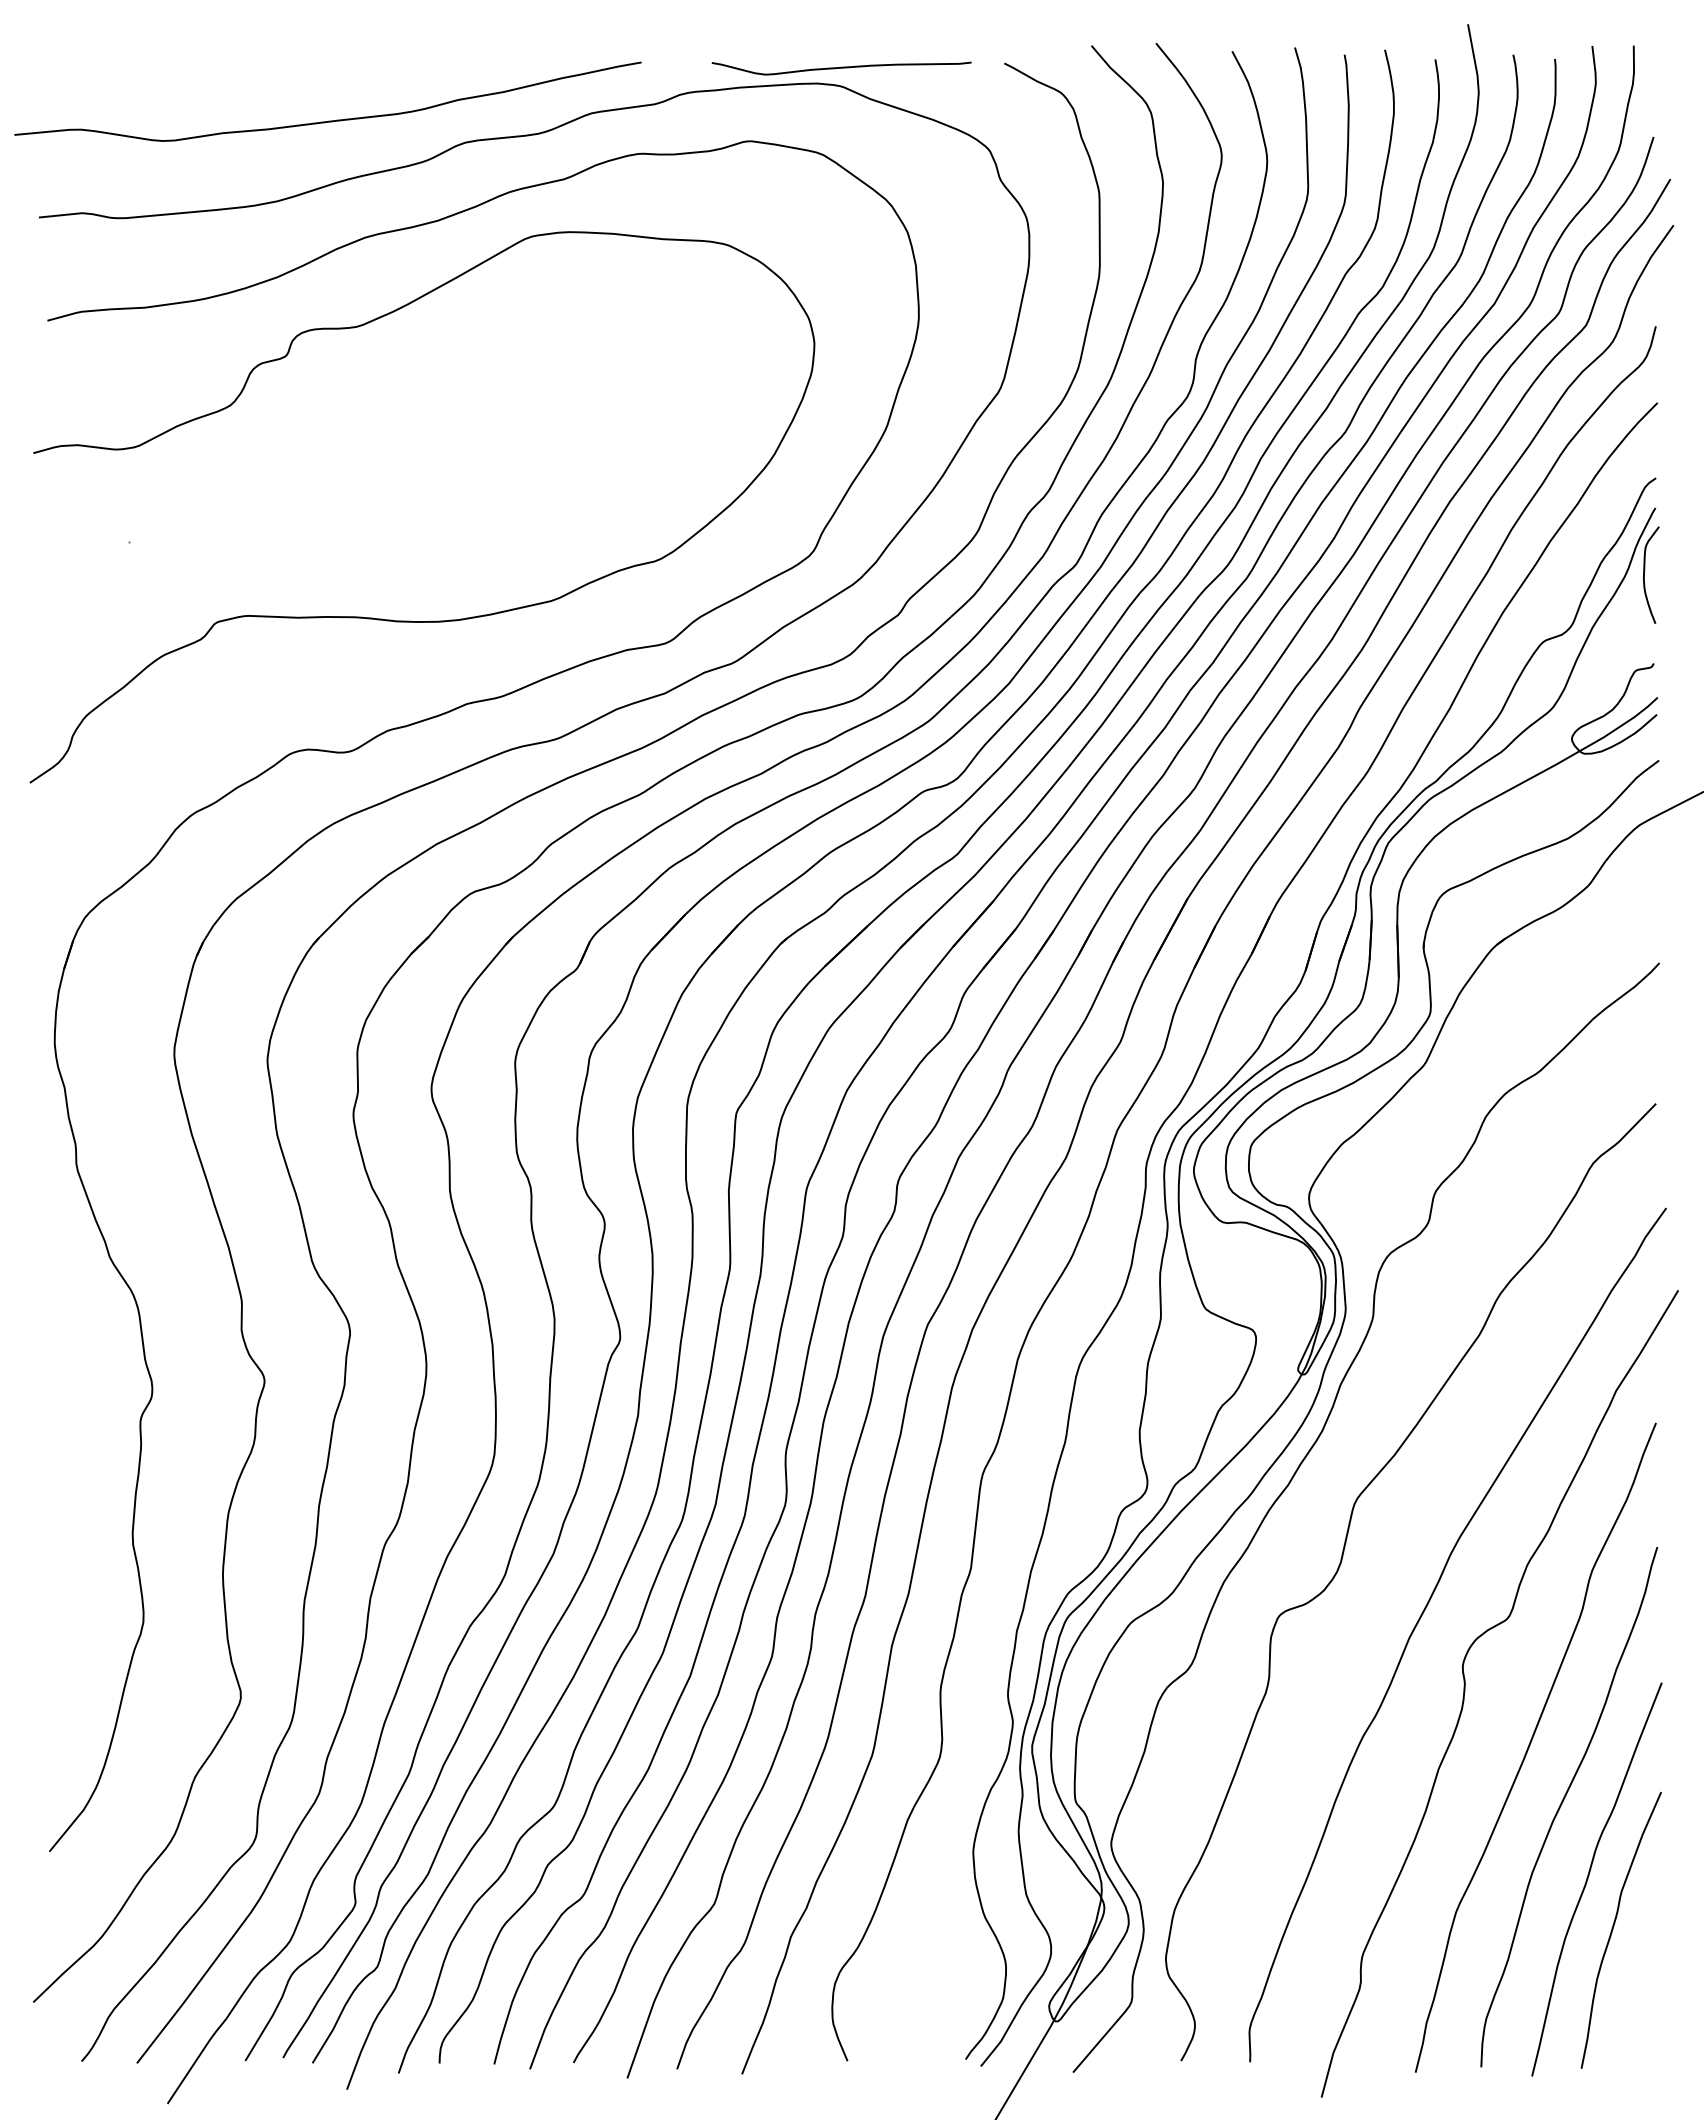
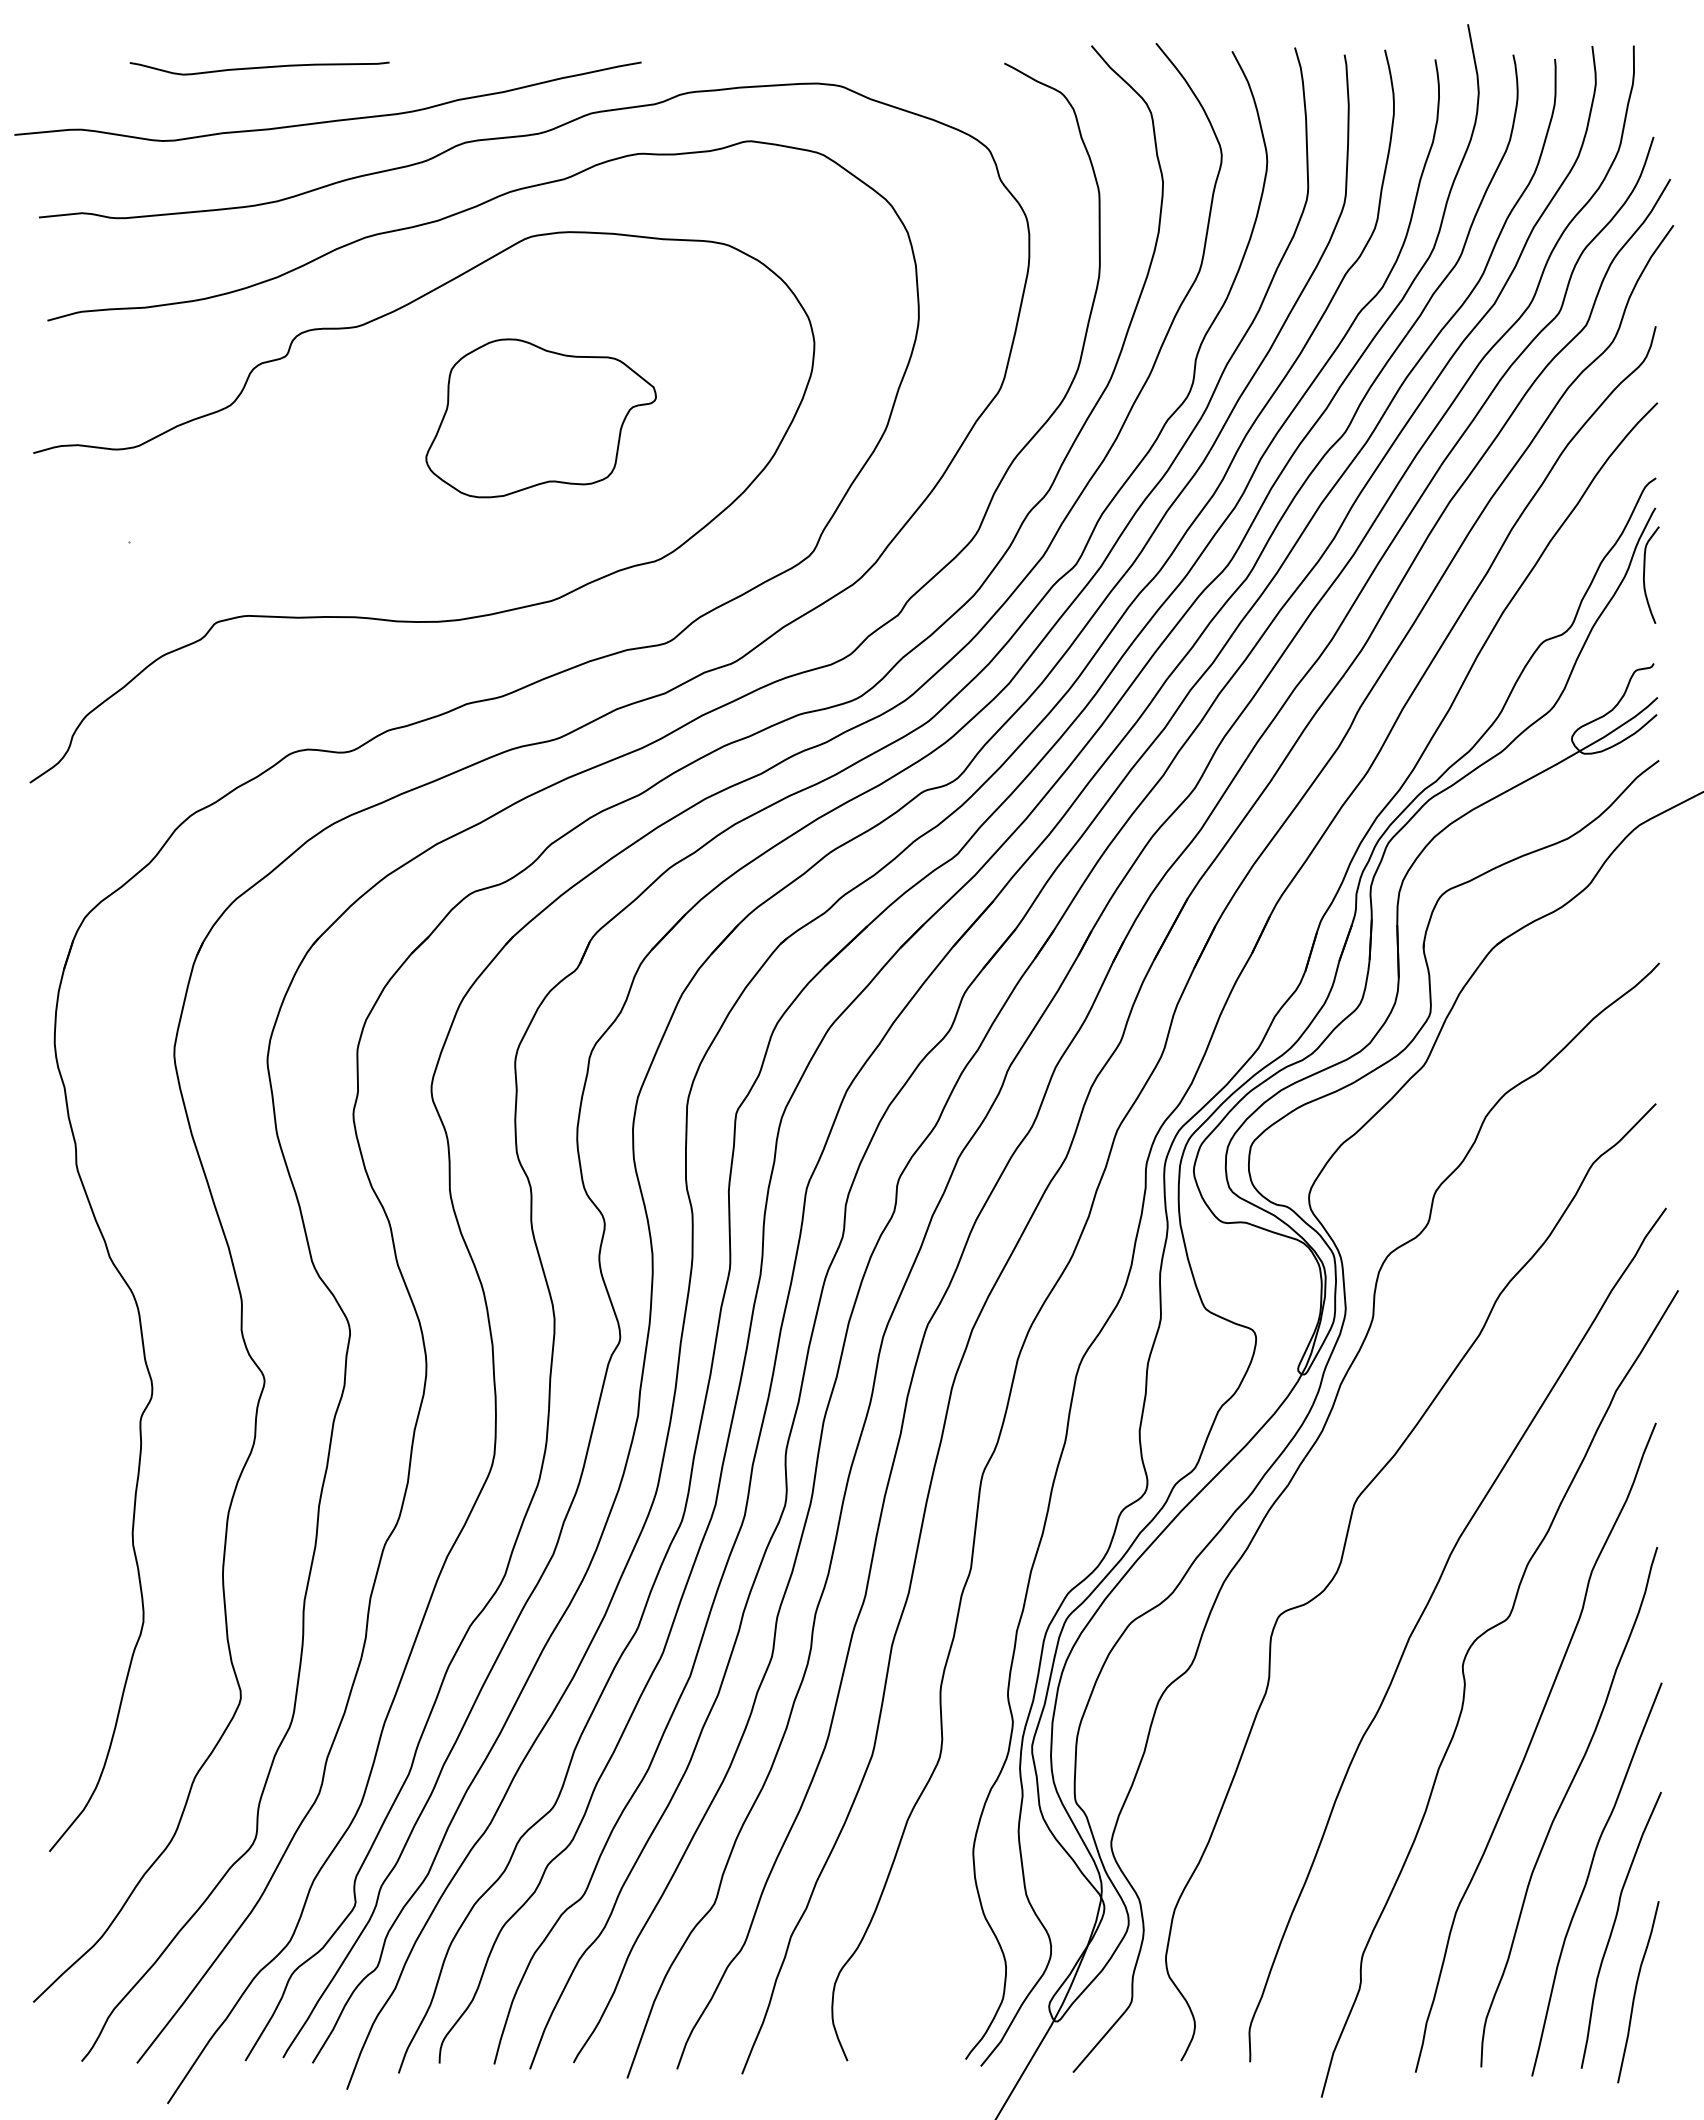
curve at (841, 68) position: (841, 68) -> (259, 68)
part at (540, 418): none -> present
curve at (1636, 1991): none -> present
